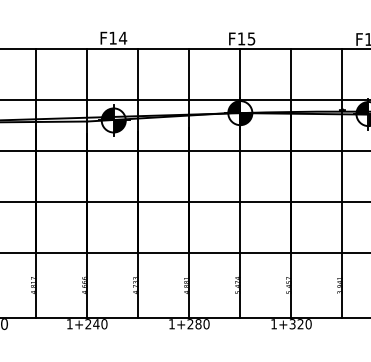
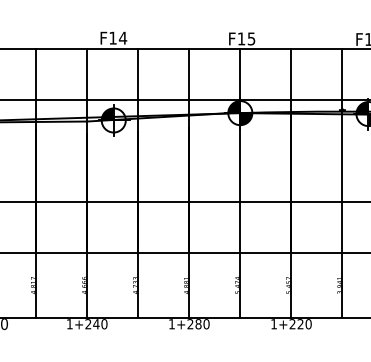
fill at (119, 126): present -> none
line at (184, 150): present -> none
text at (292, 324): 1+320 -> 1+220
